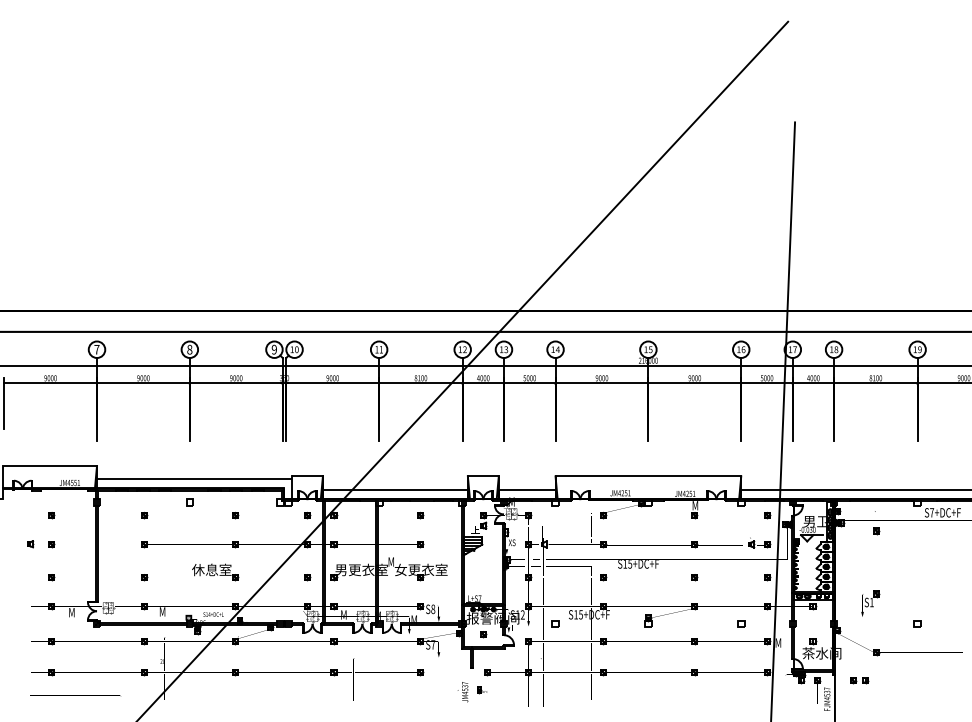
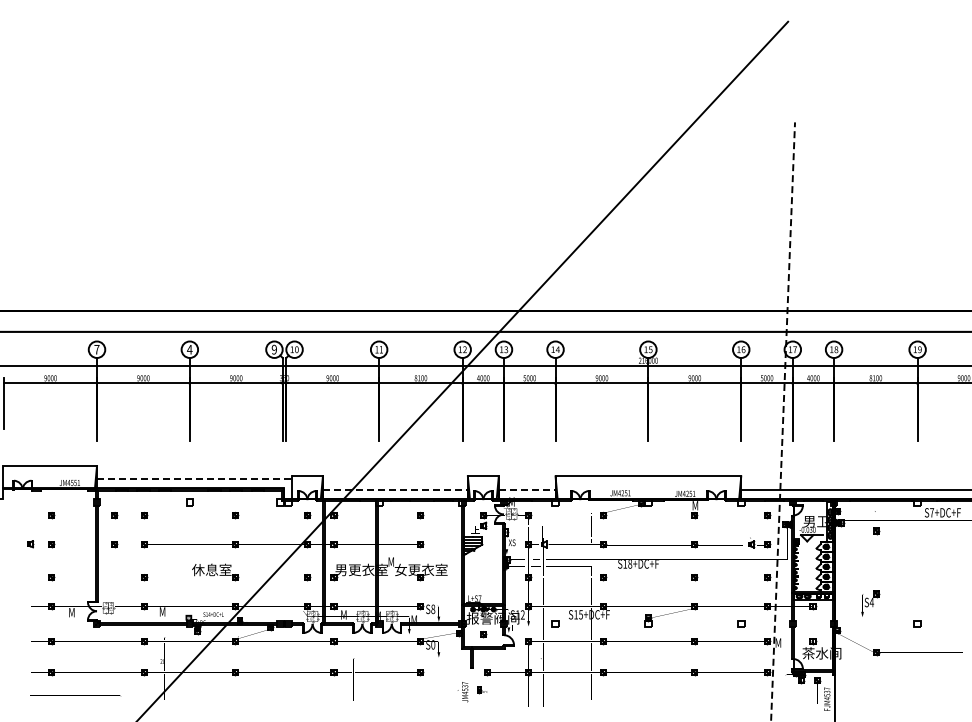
text at (189, 349): 8 -> 4
line at (783, 422): solid -> dashed
line at (195, 479): solid -> dashed
line at (395, 489): solid -> dashed
line at (527, 489): solid -> dashed
part at (114, 541): none -> present
text at (630, 564): S15+DC+F -> S18+DC+F
text at (871, 602): S1 -> S4
text at (433, 644): S7 -> S0
part at (859, 680): present -> none
